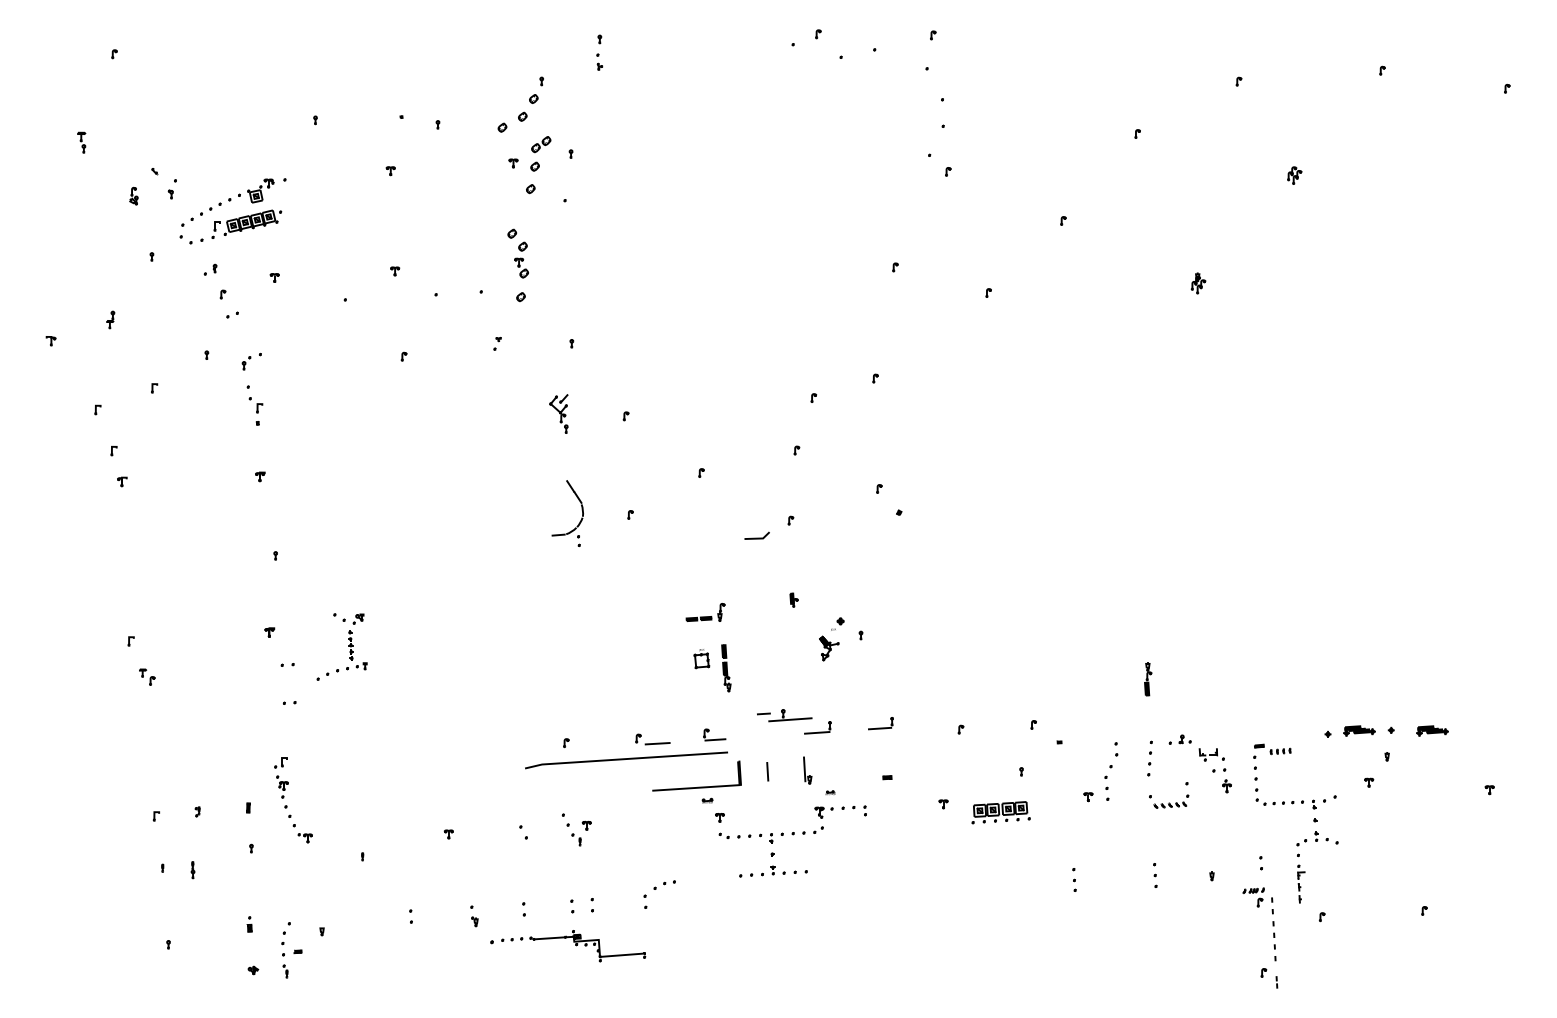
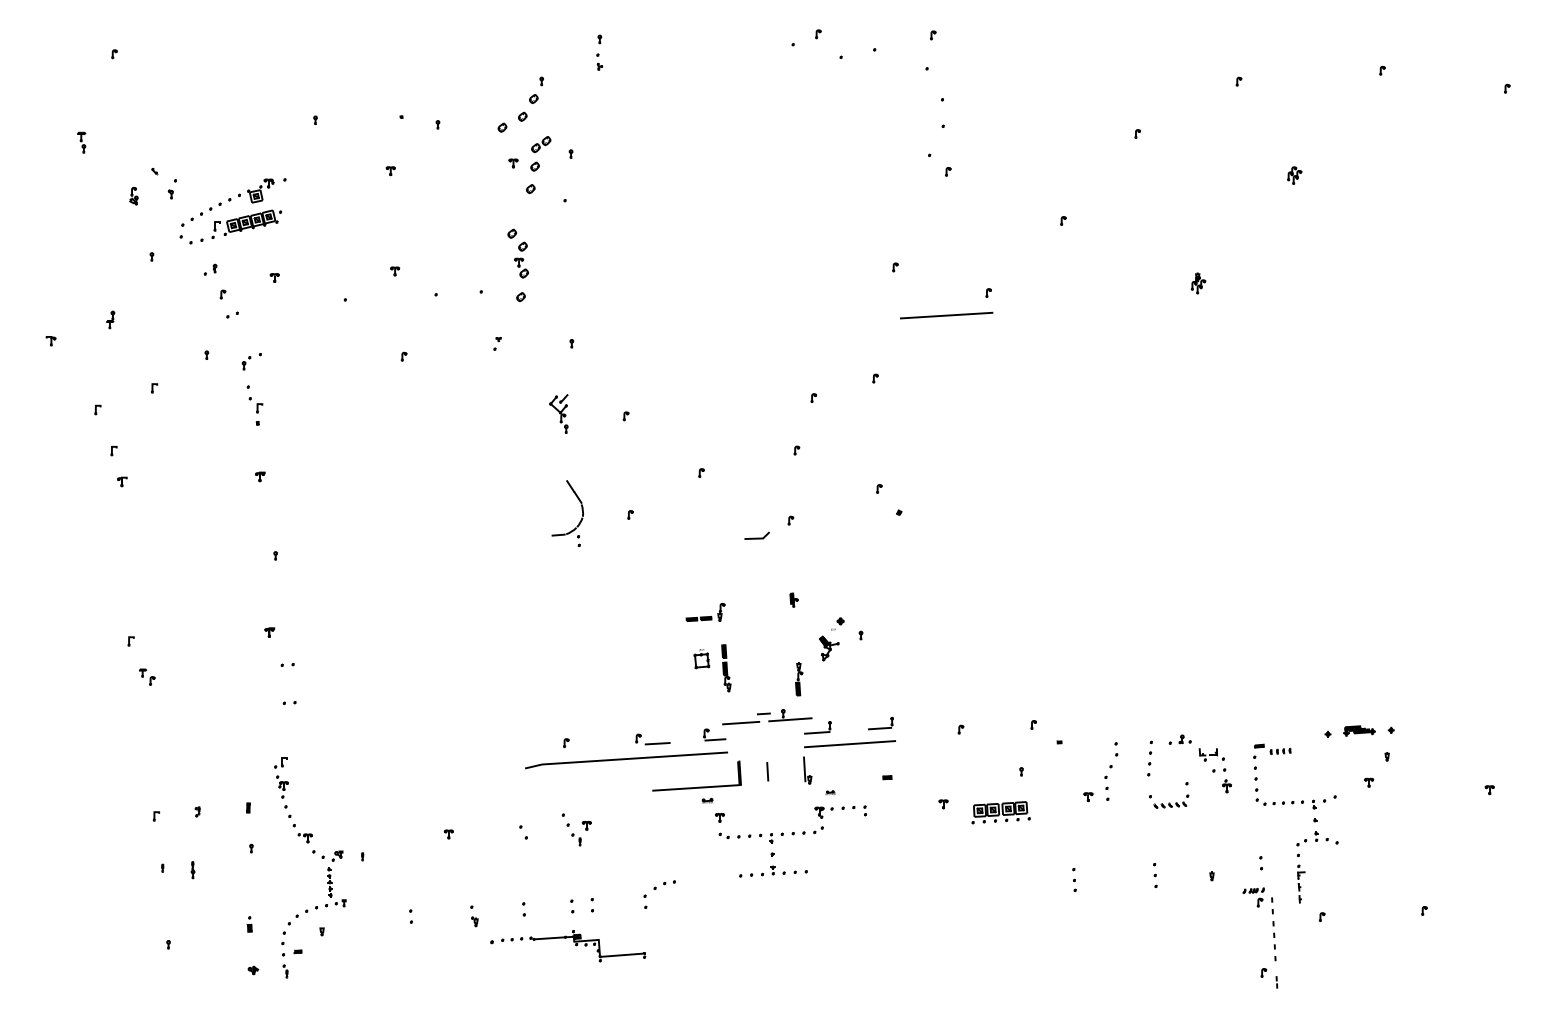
line at (946, 315): none -> present
part at (348, 646) position: (348, 646) -> (327, 883)
part at (1148, 679) position: (1148, 679) -> (799, 679)
line at (741, 722): none -> present
part at (1432, 730): present -> none
line at (850, 744): none -> present
